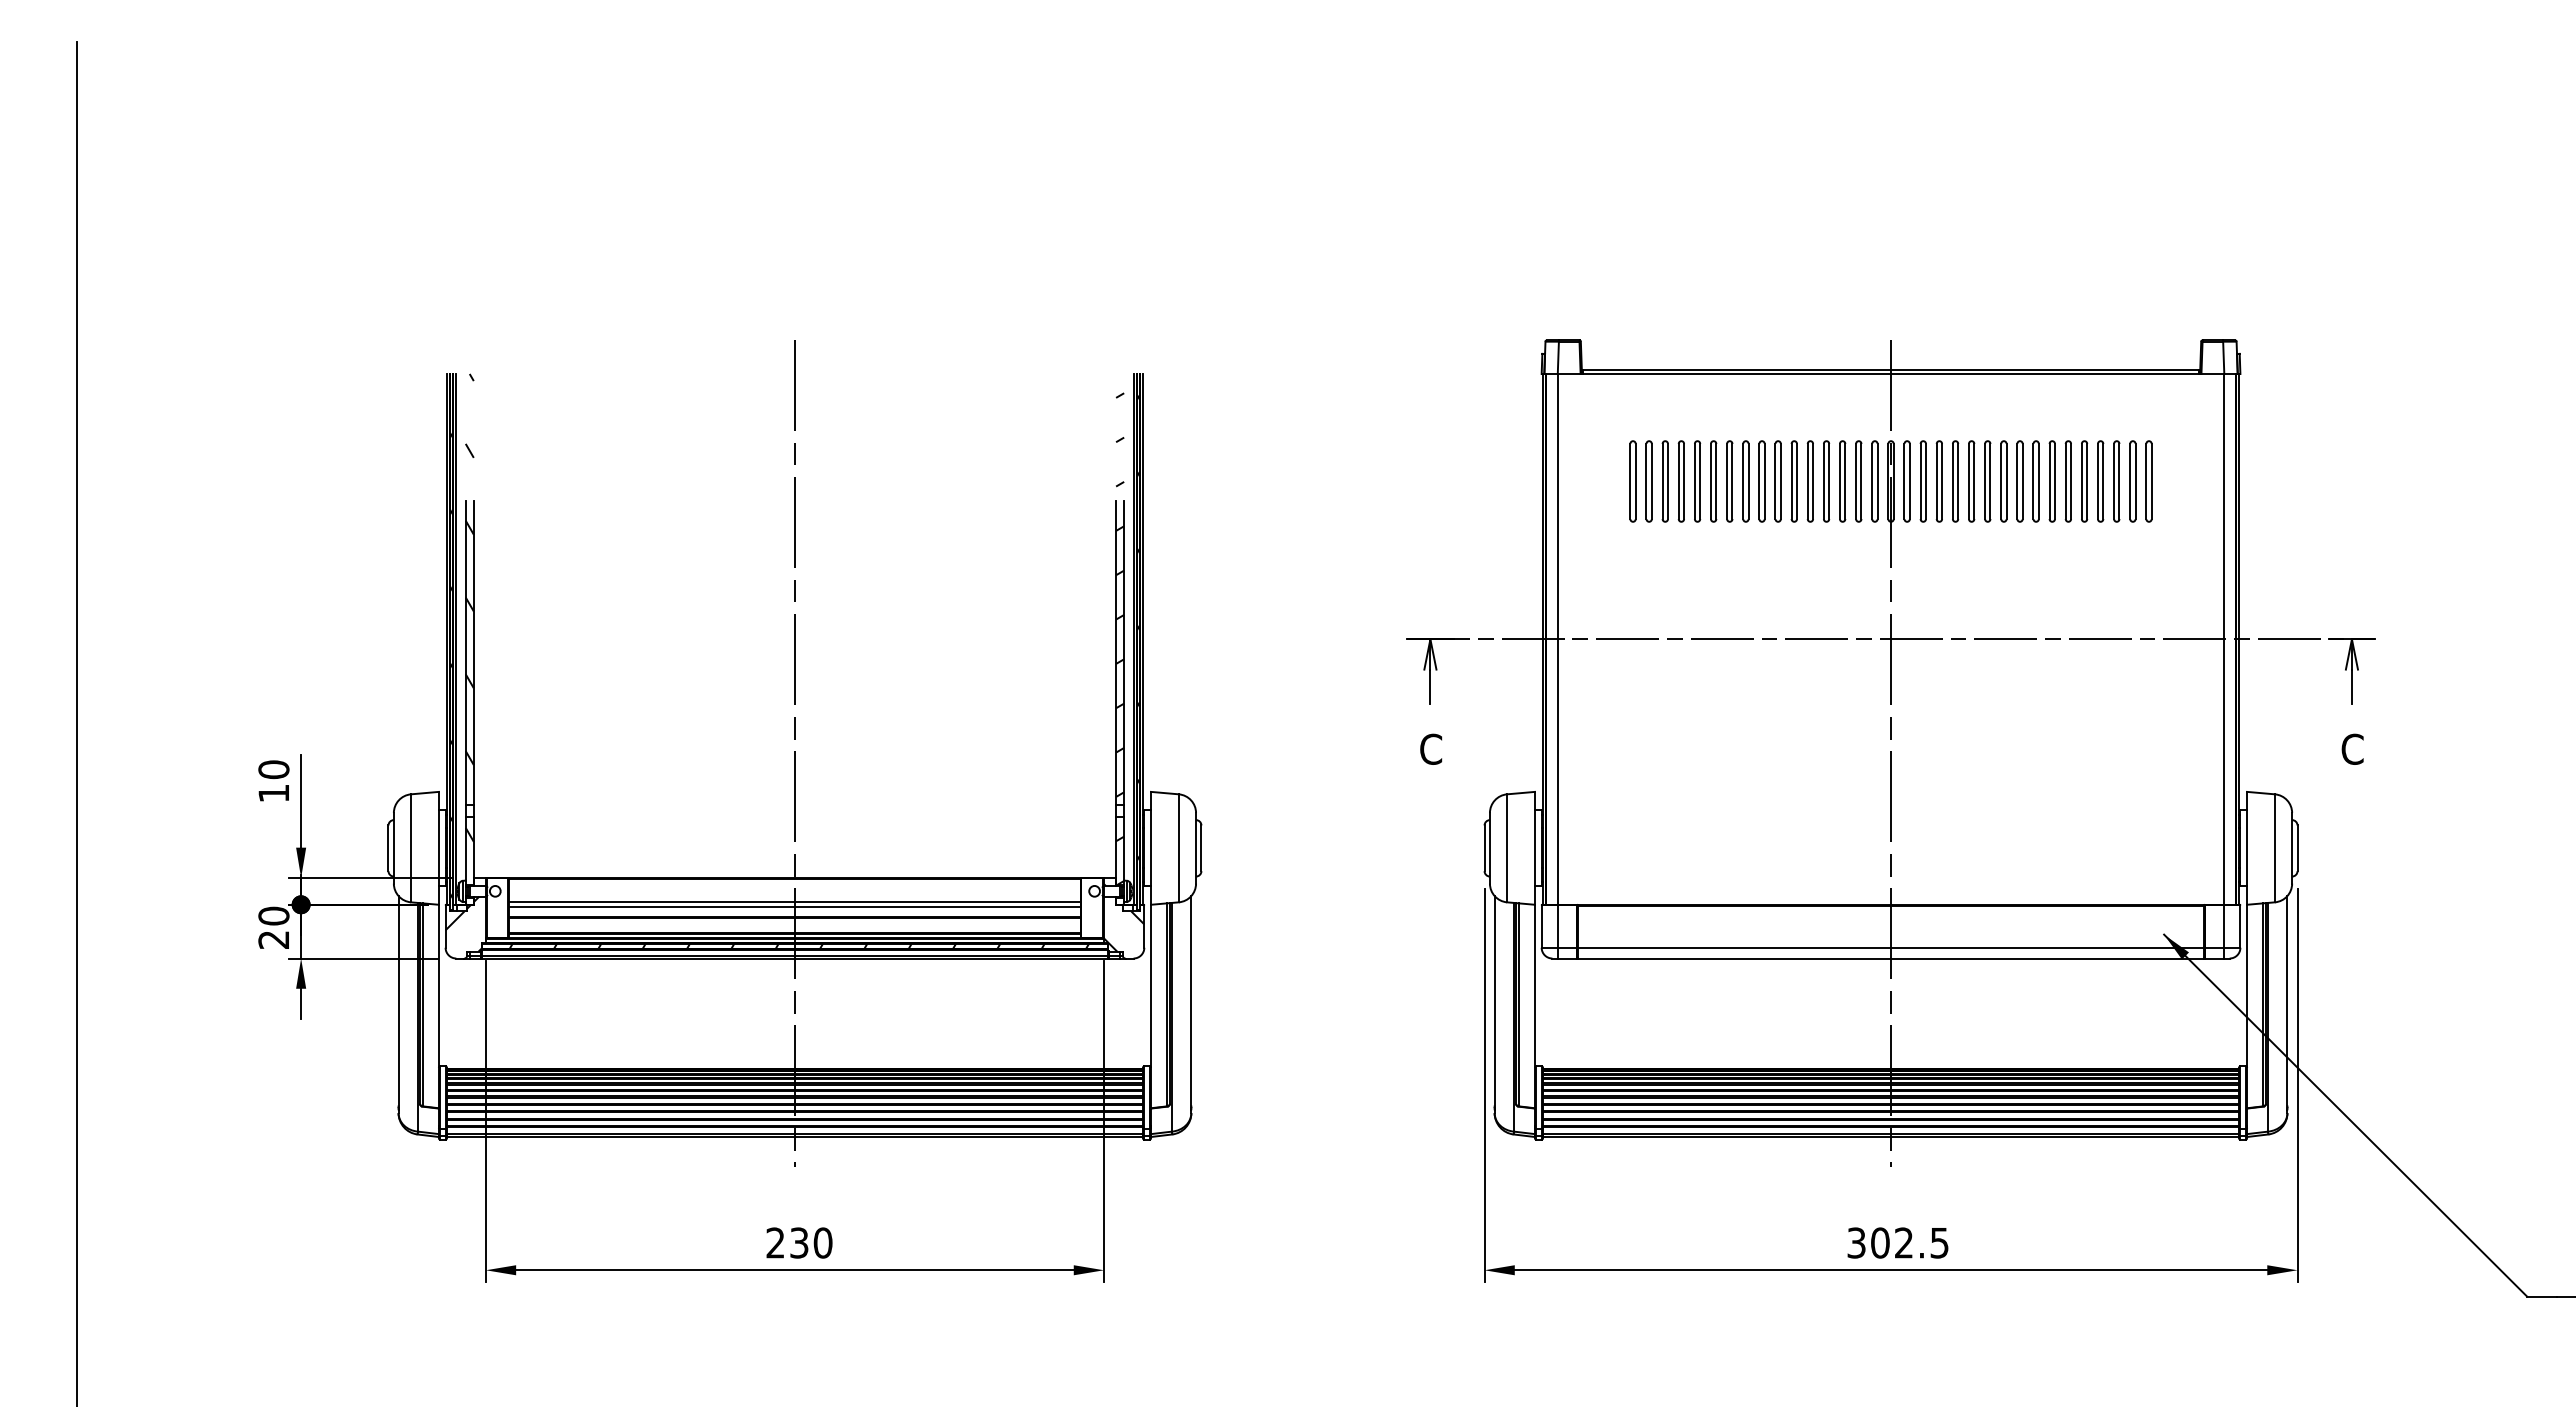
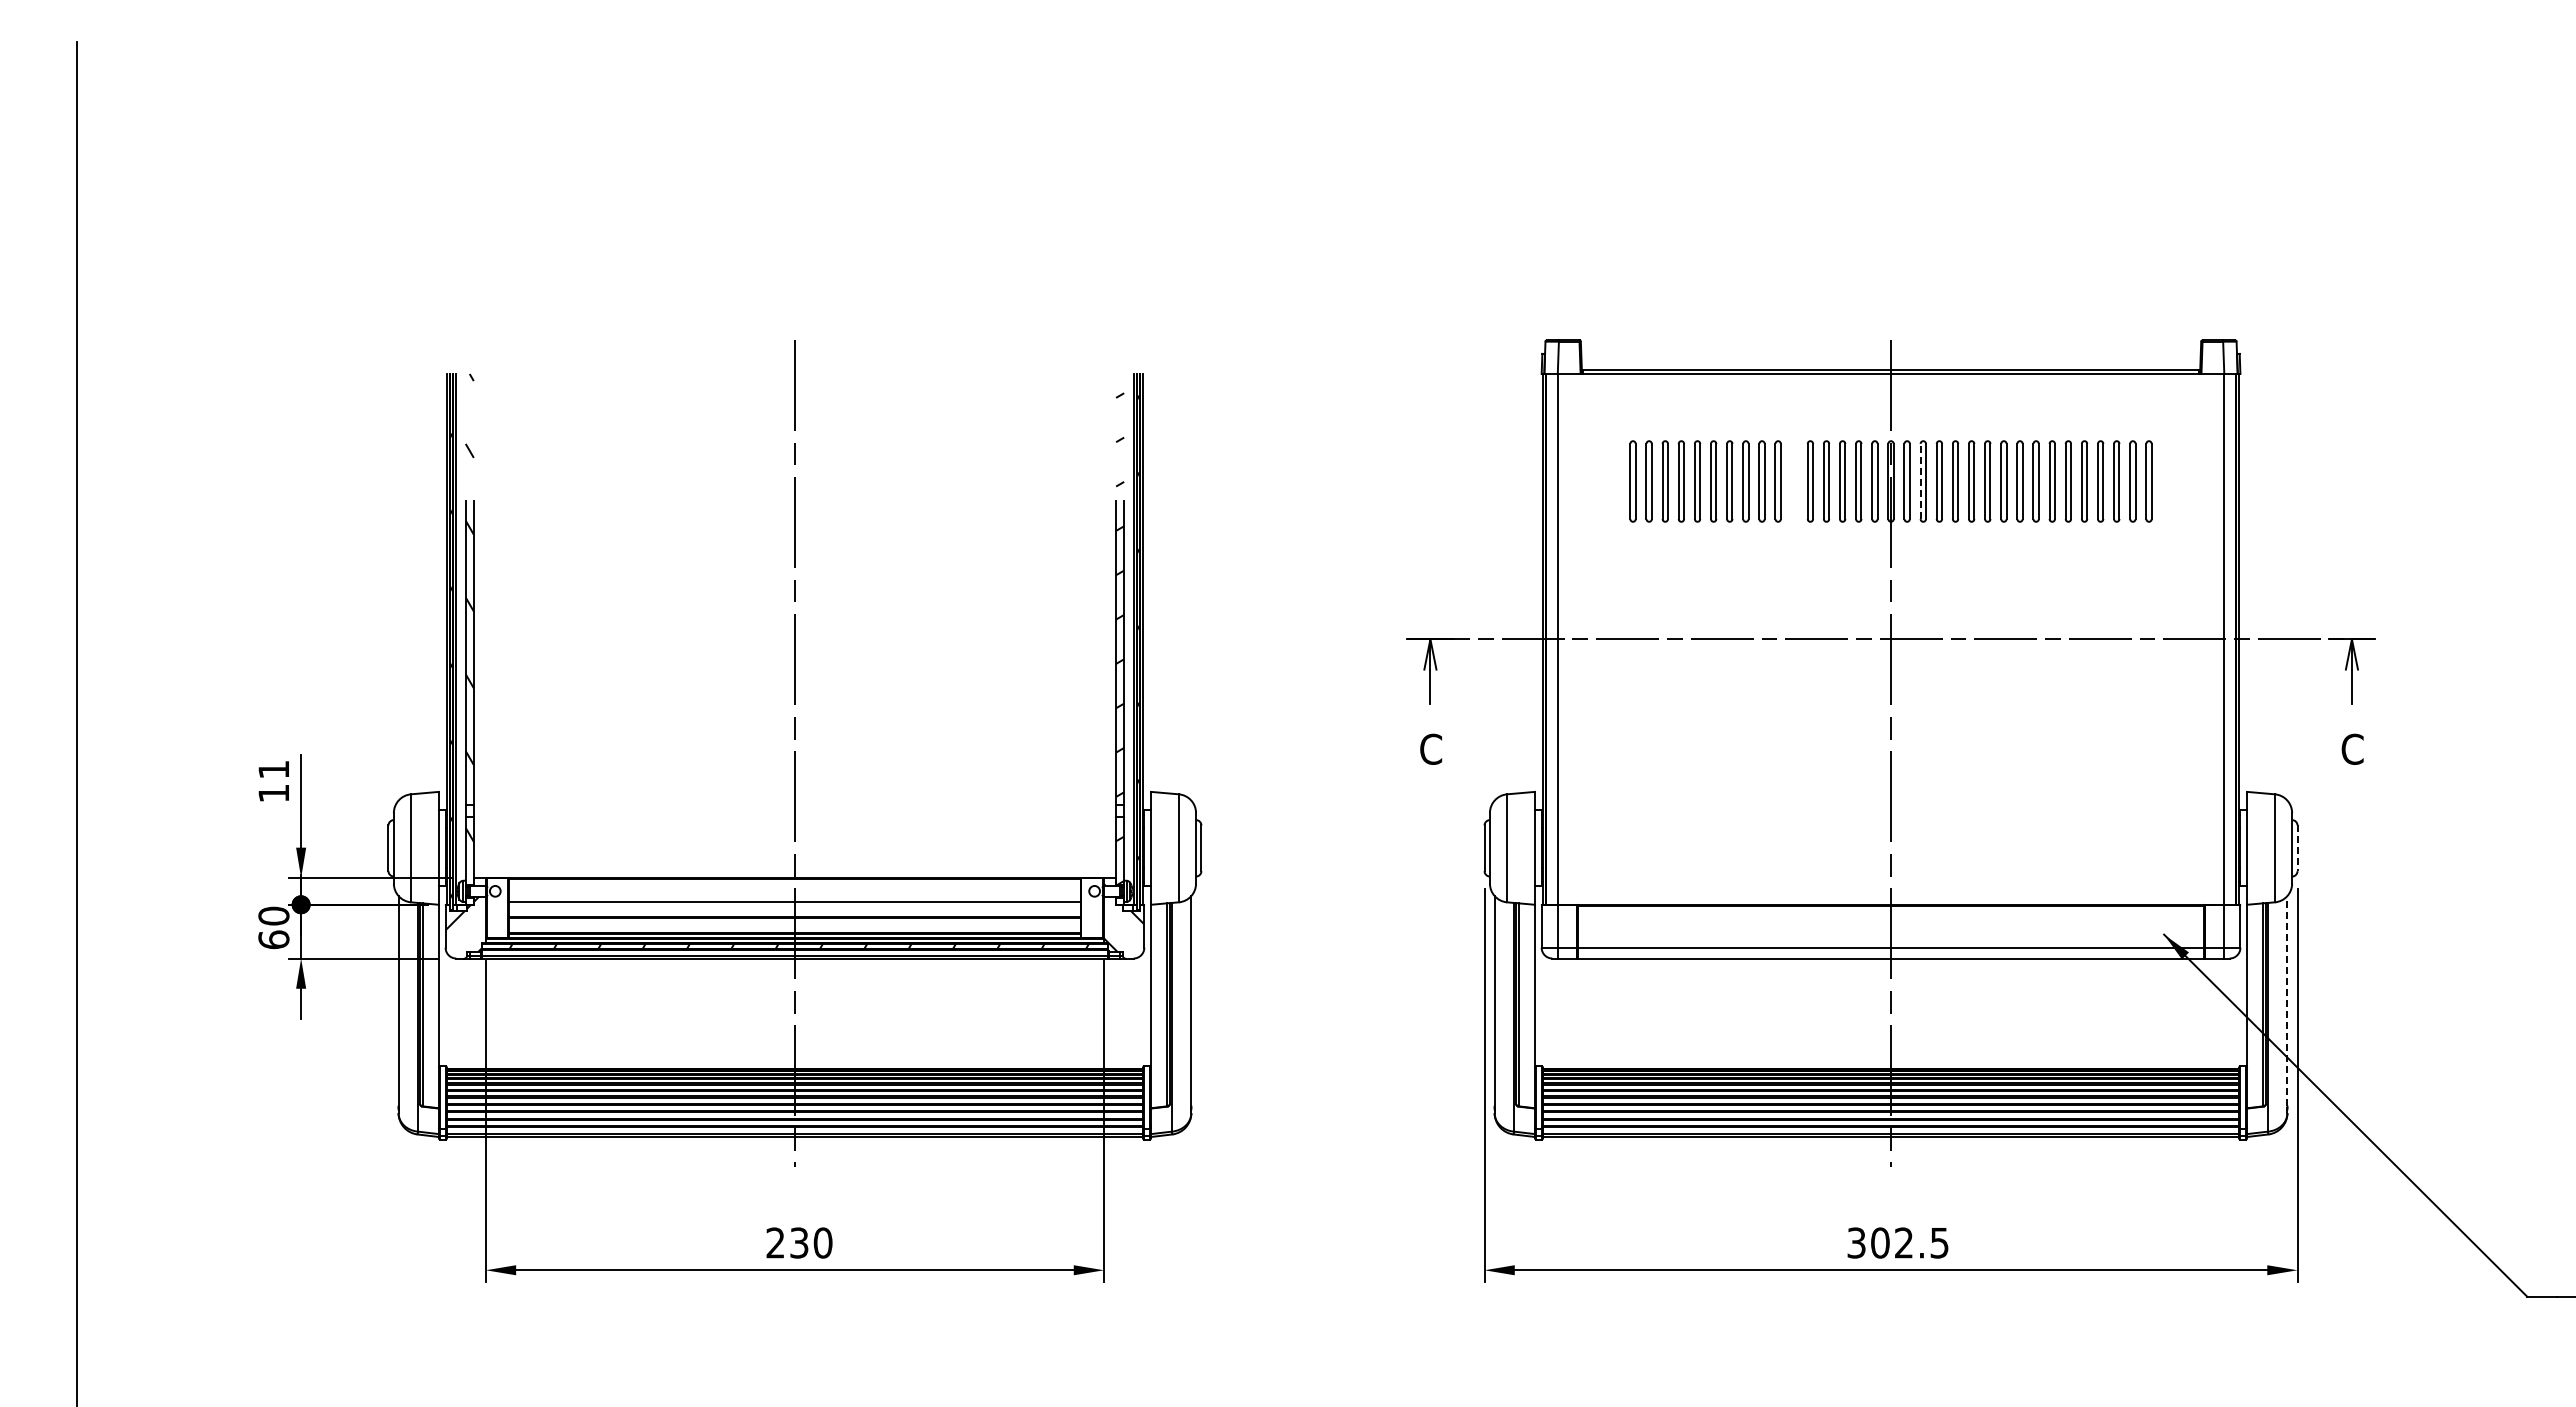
part at (1793, 481): present -> none
line at (1920, 481): solid -> dashed
text at (273, 769): 10 -> 11
line at (2297, 848): solid -> dashed
line at (794, 907): present -> none
text at (273, 939): 20 -> 60
line at (2287, 1000): solid -> dashed
